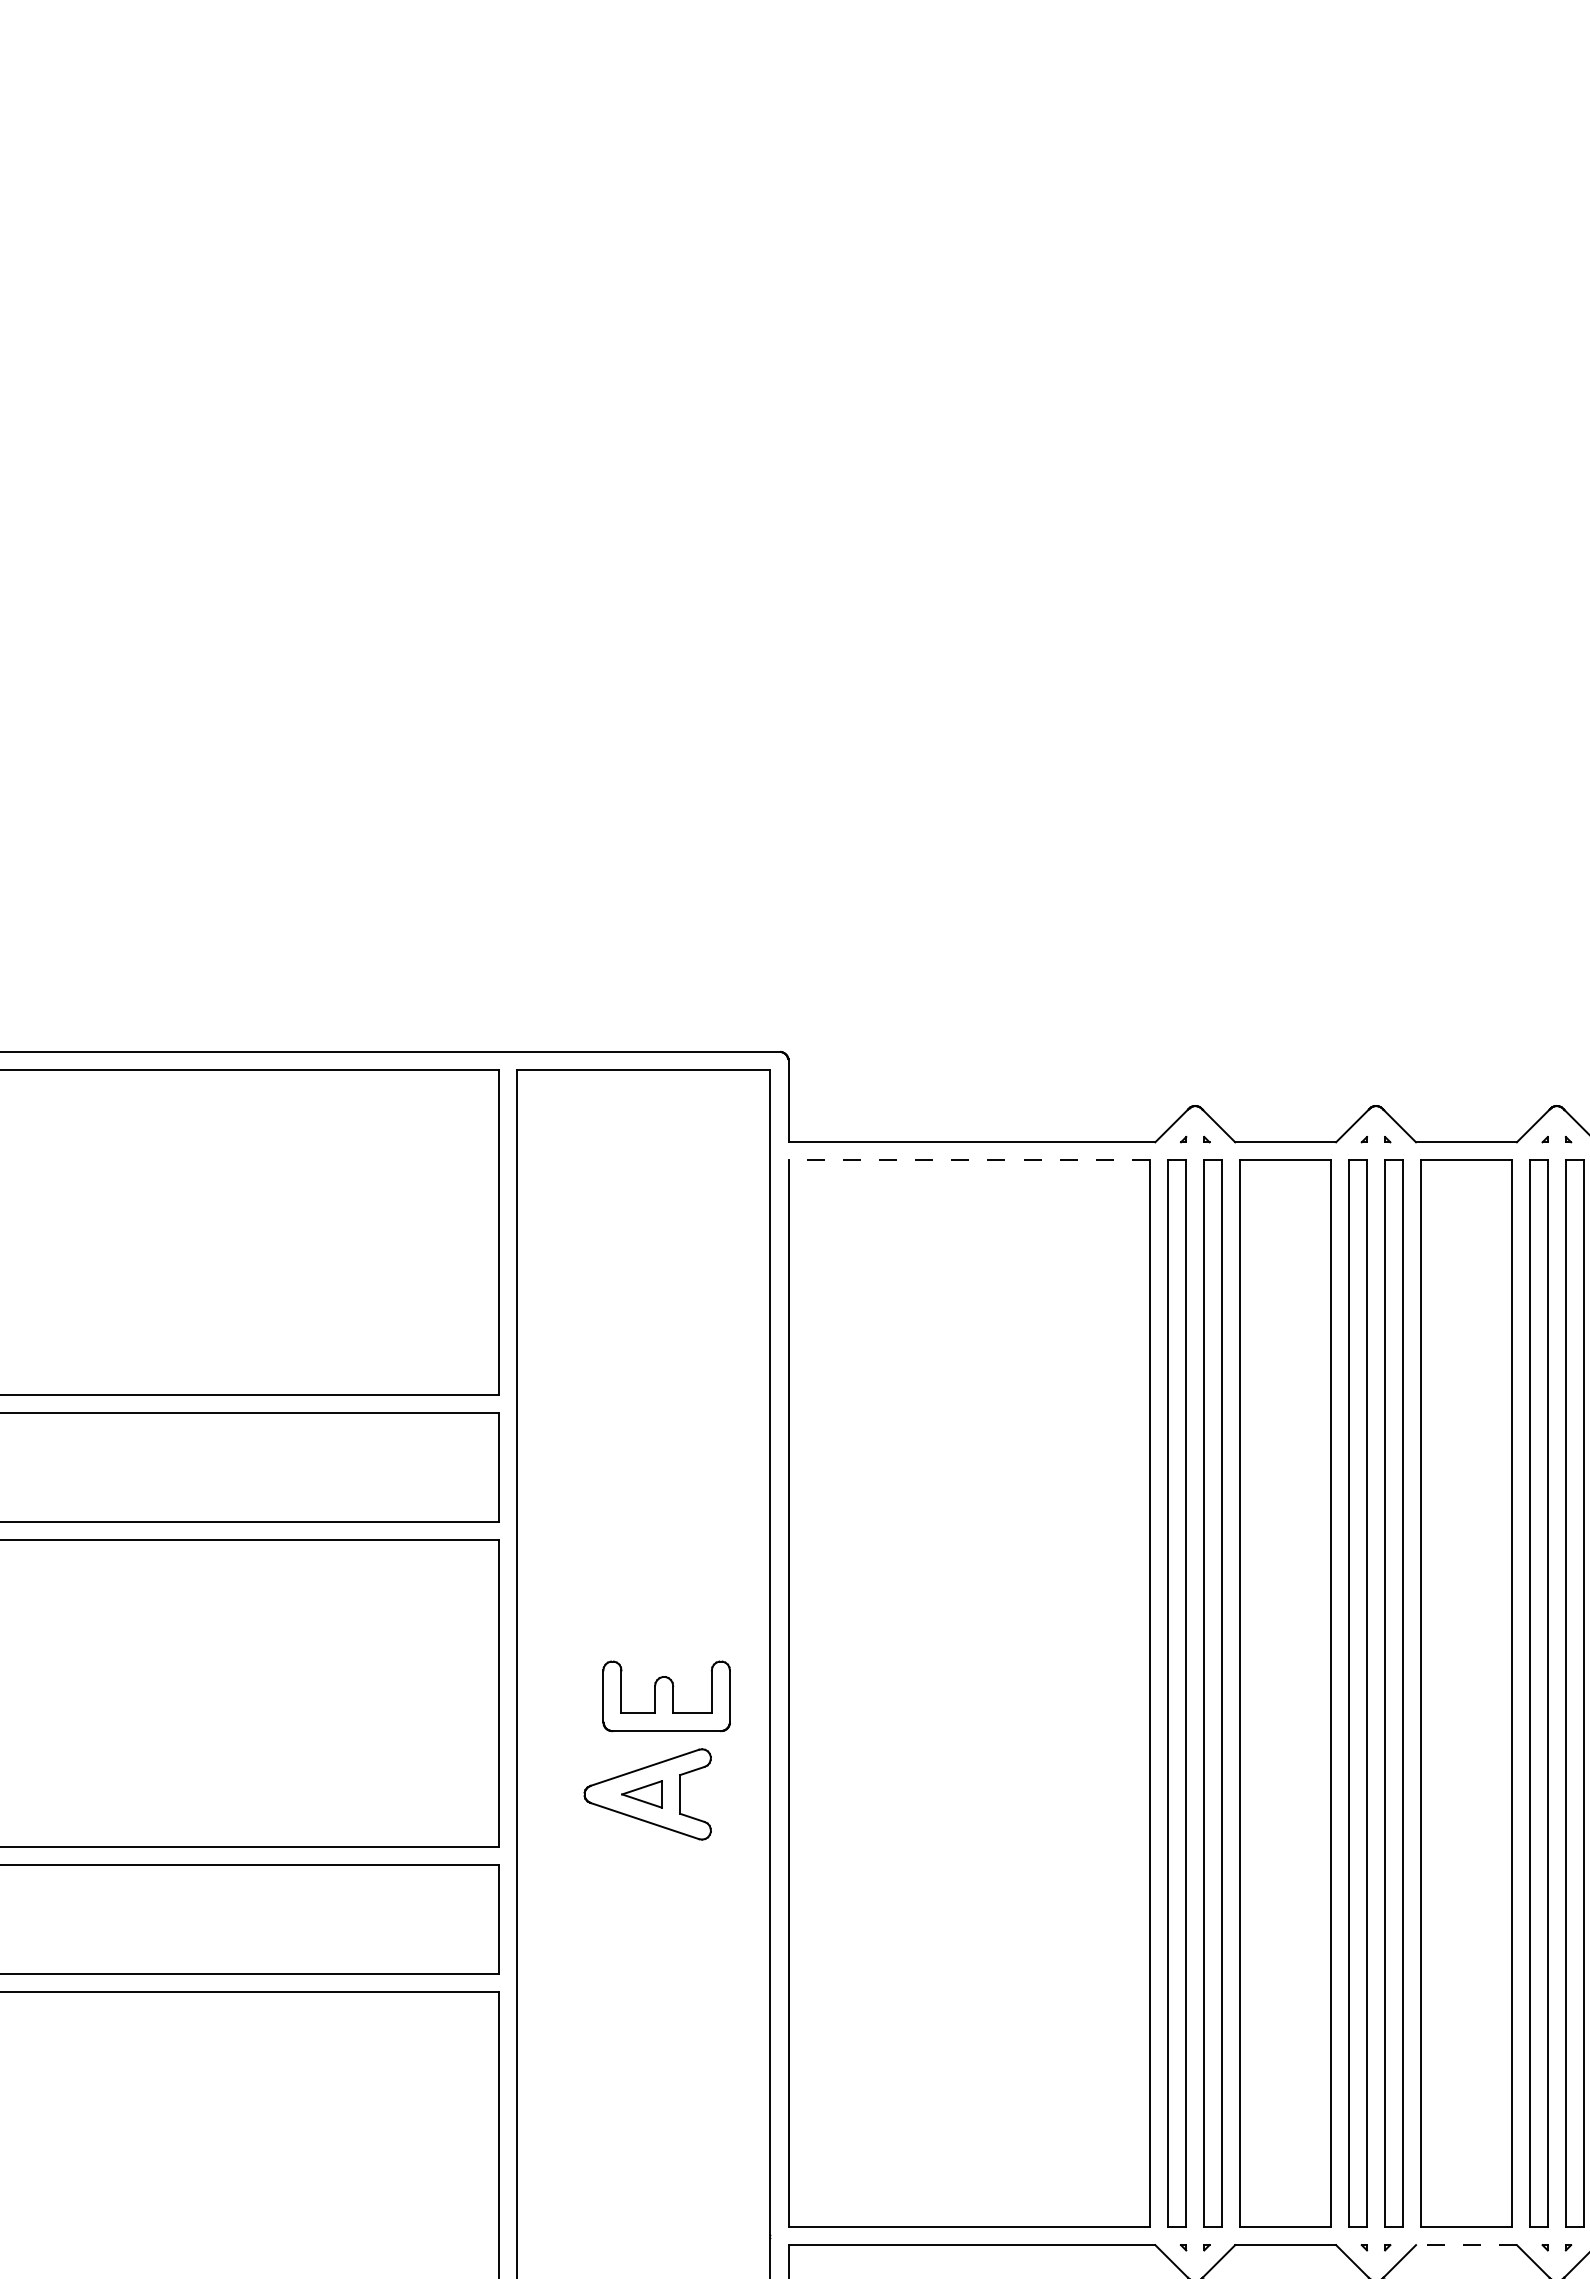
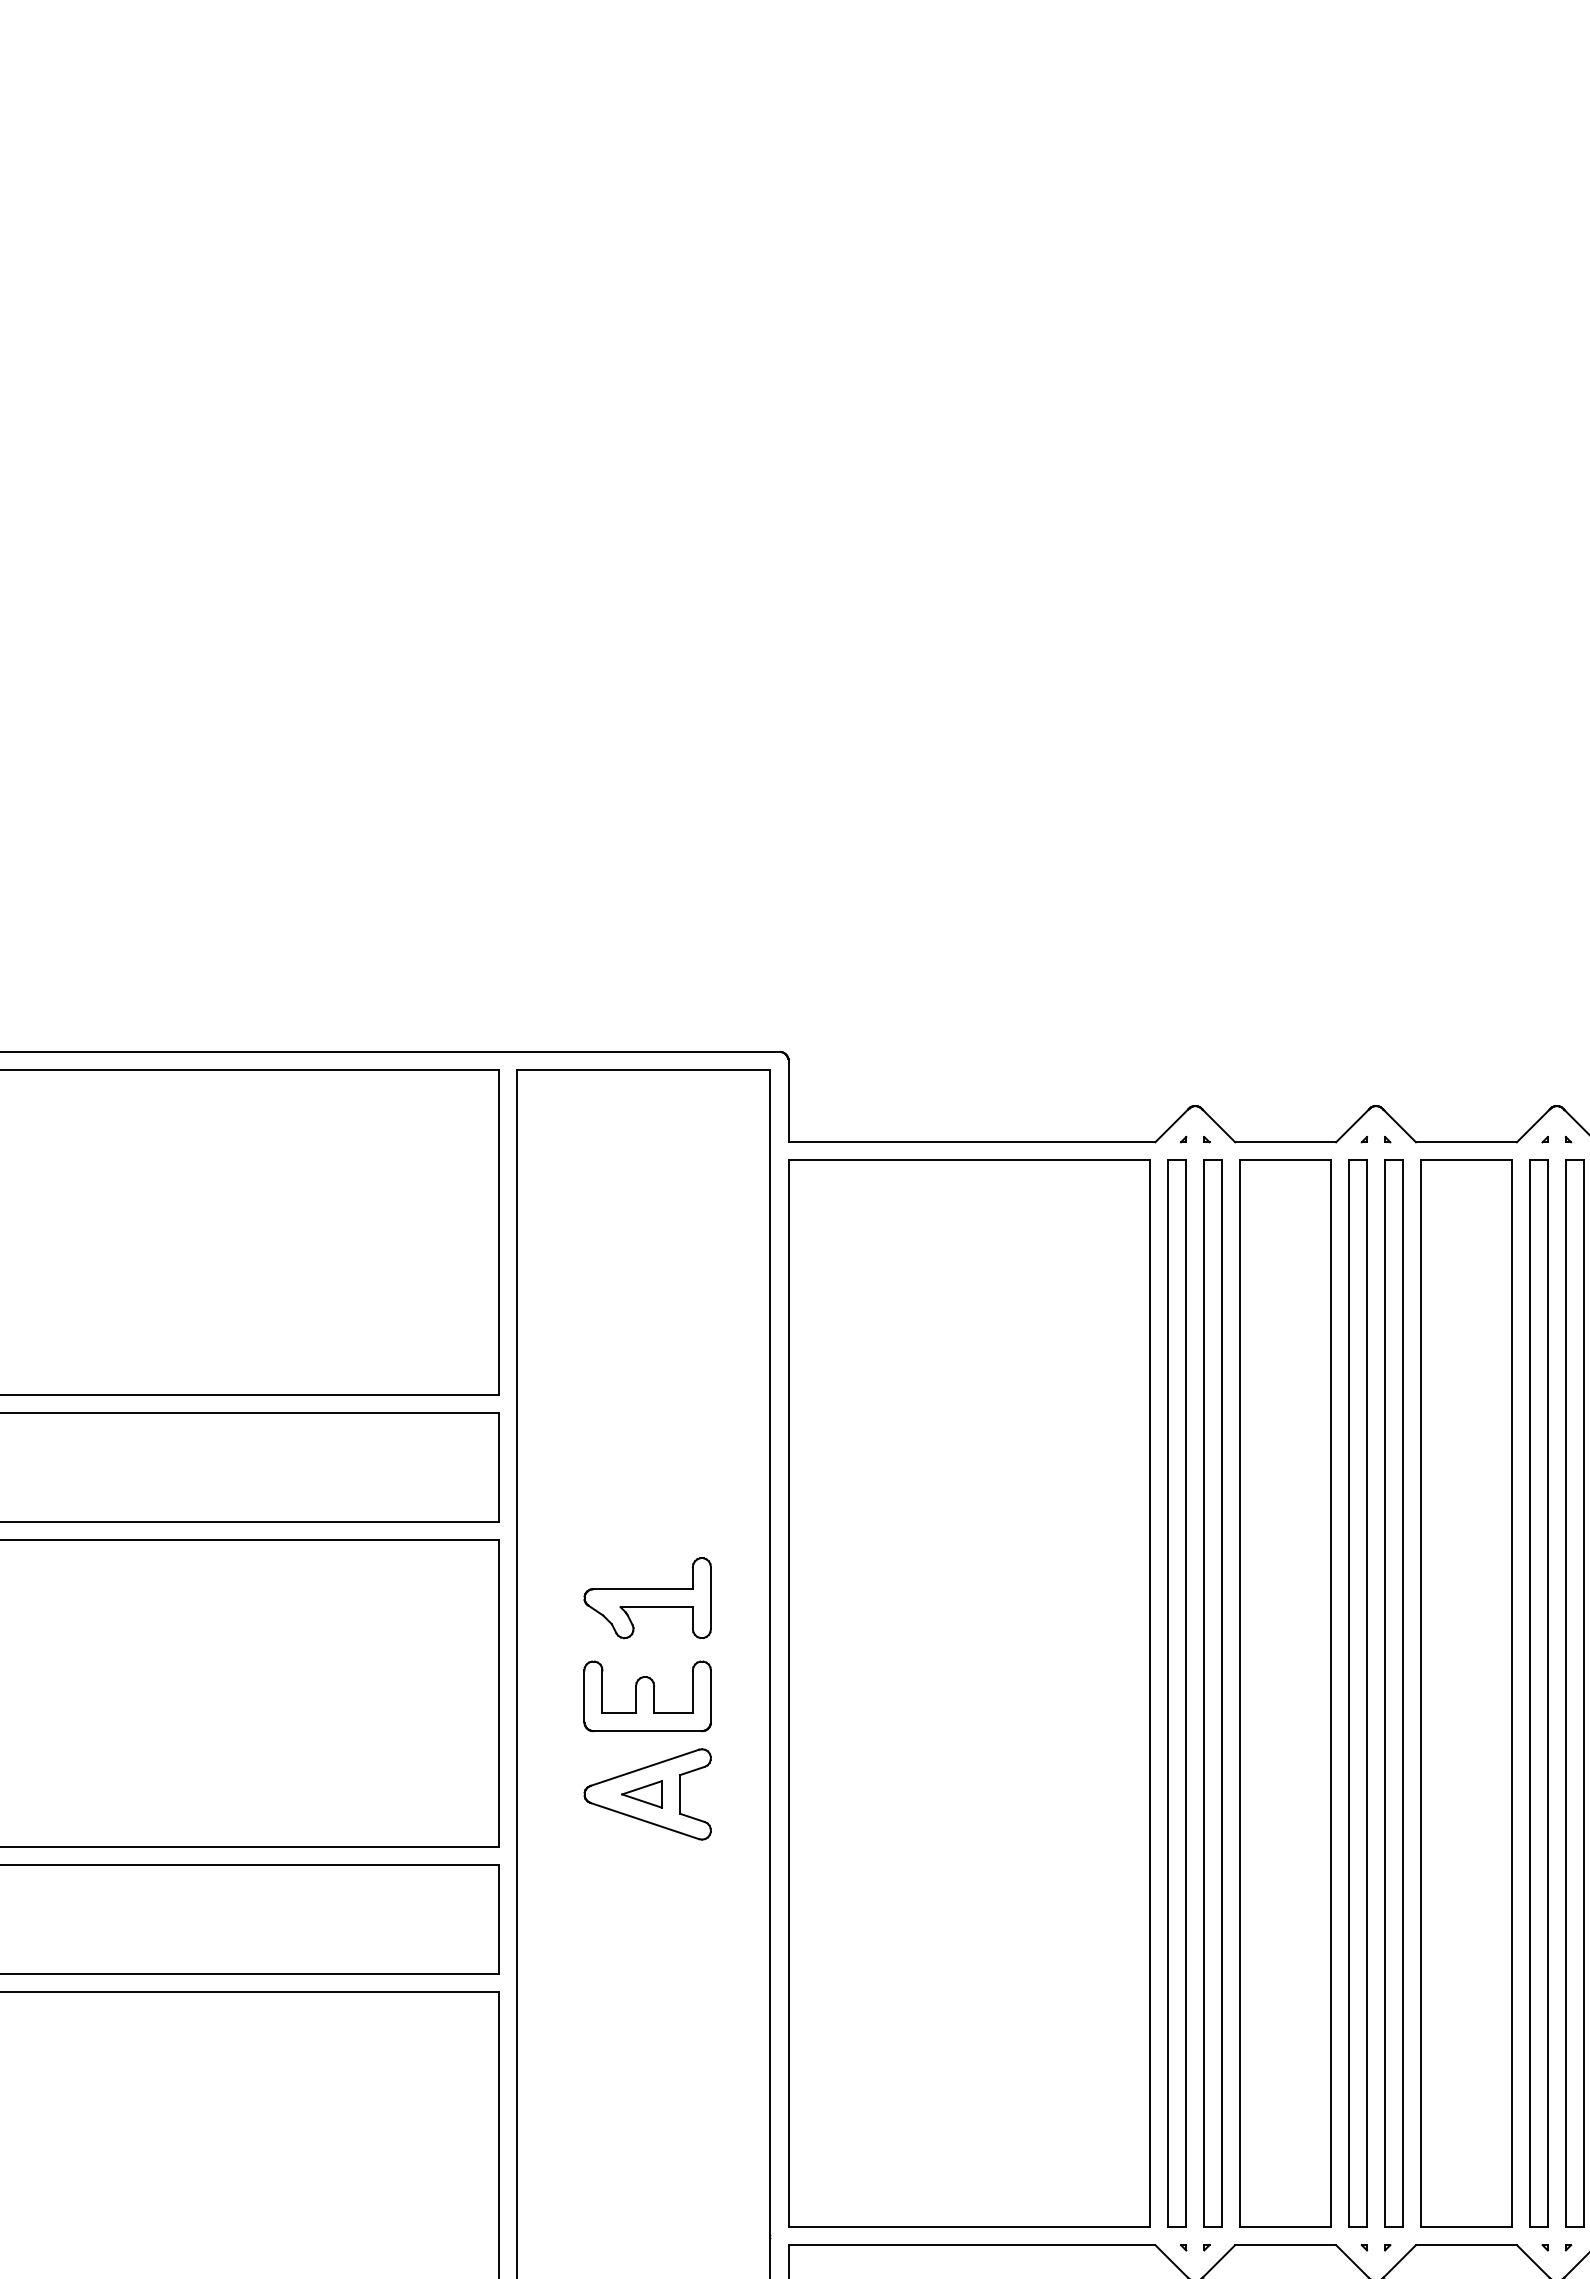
line at (969, 1160): dashed -> solid
part at (647, 1598): none -> present
part at (666, 1696) position: (666, 1696) -> (647, 1696)
line at (1465, 2245): dashed -> solid
